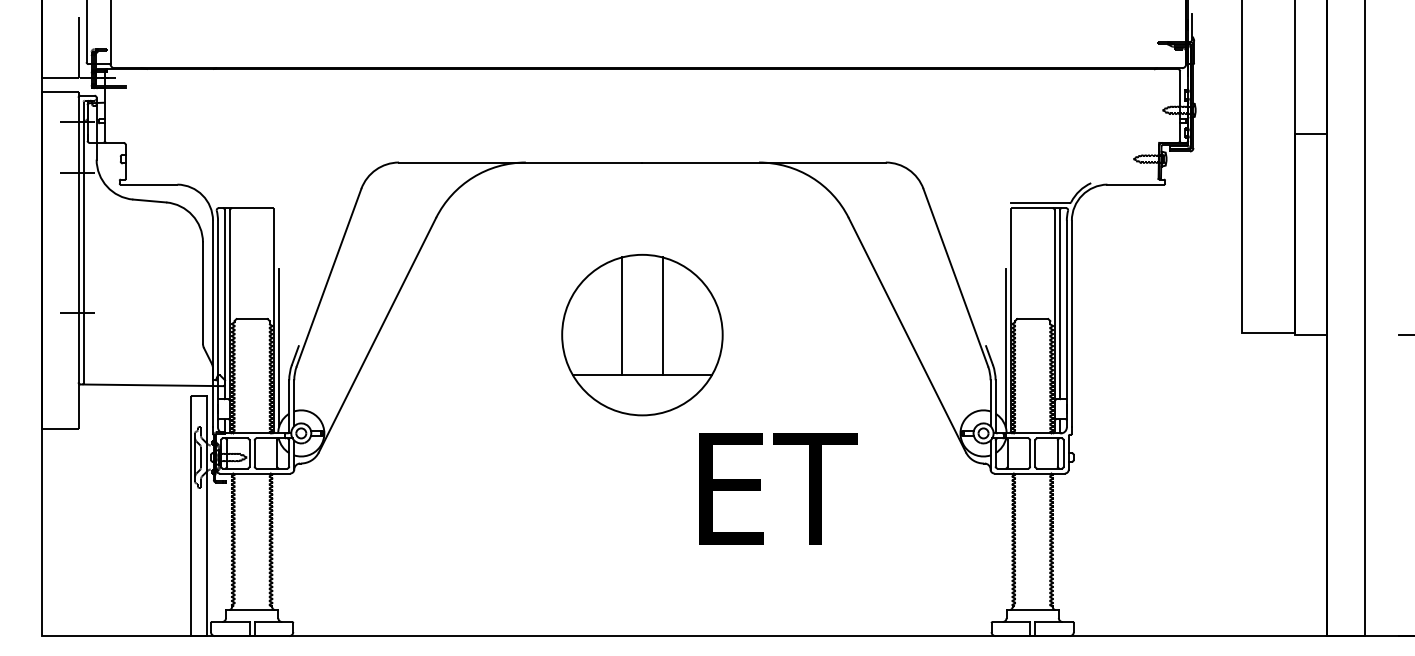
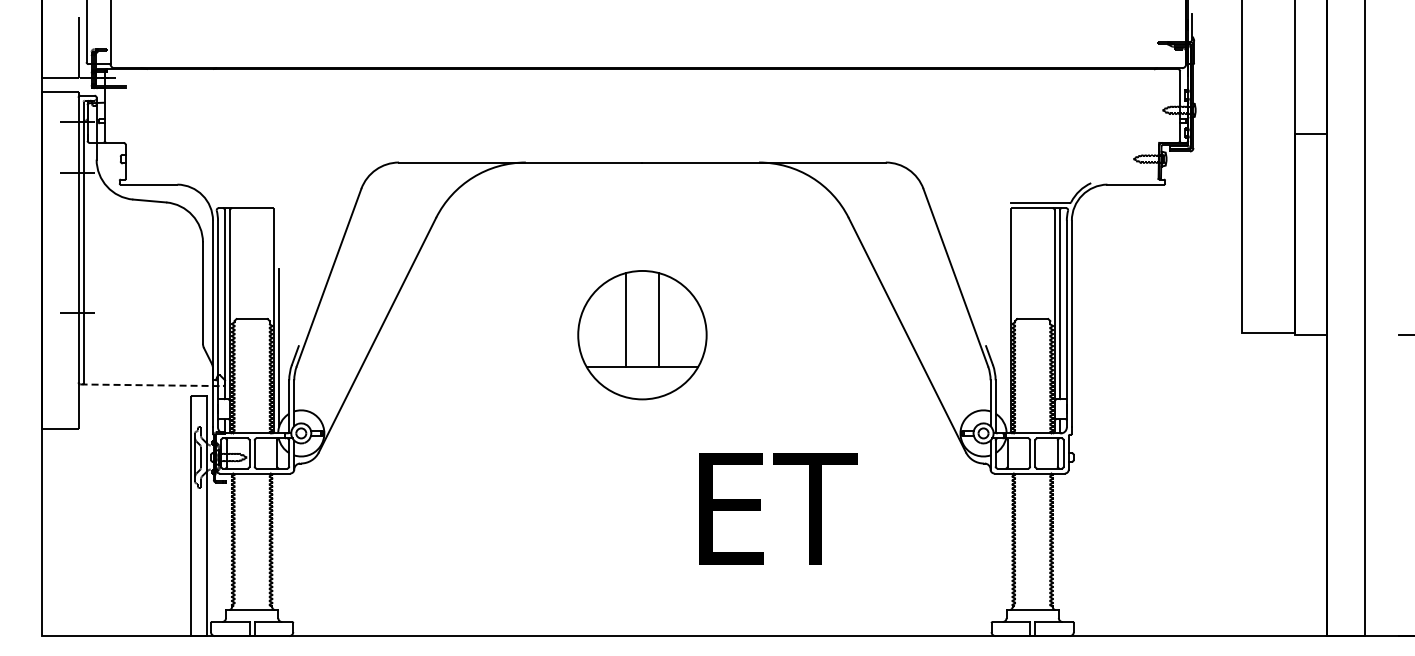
part at (642, 335) size: 163x163 px -> 131x131 px
line at (1005, 347): present -> none
line at (152, 385): solid -> dashed
text at (778, 488) position: (778, 488) -> (778, 508)
